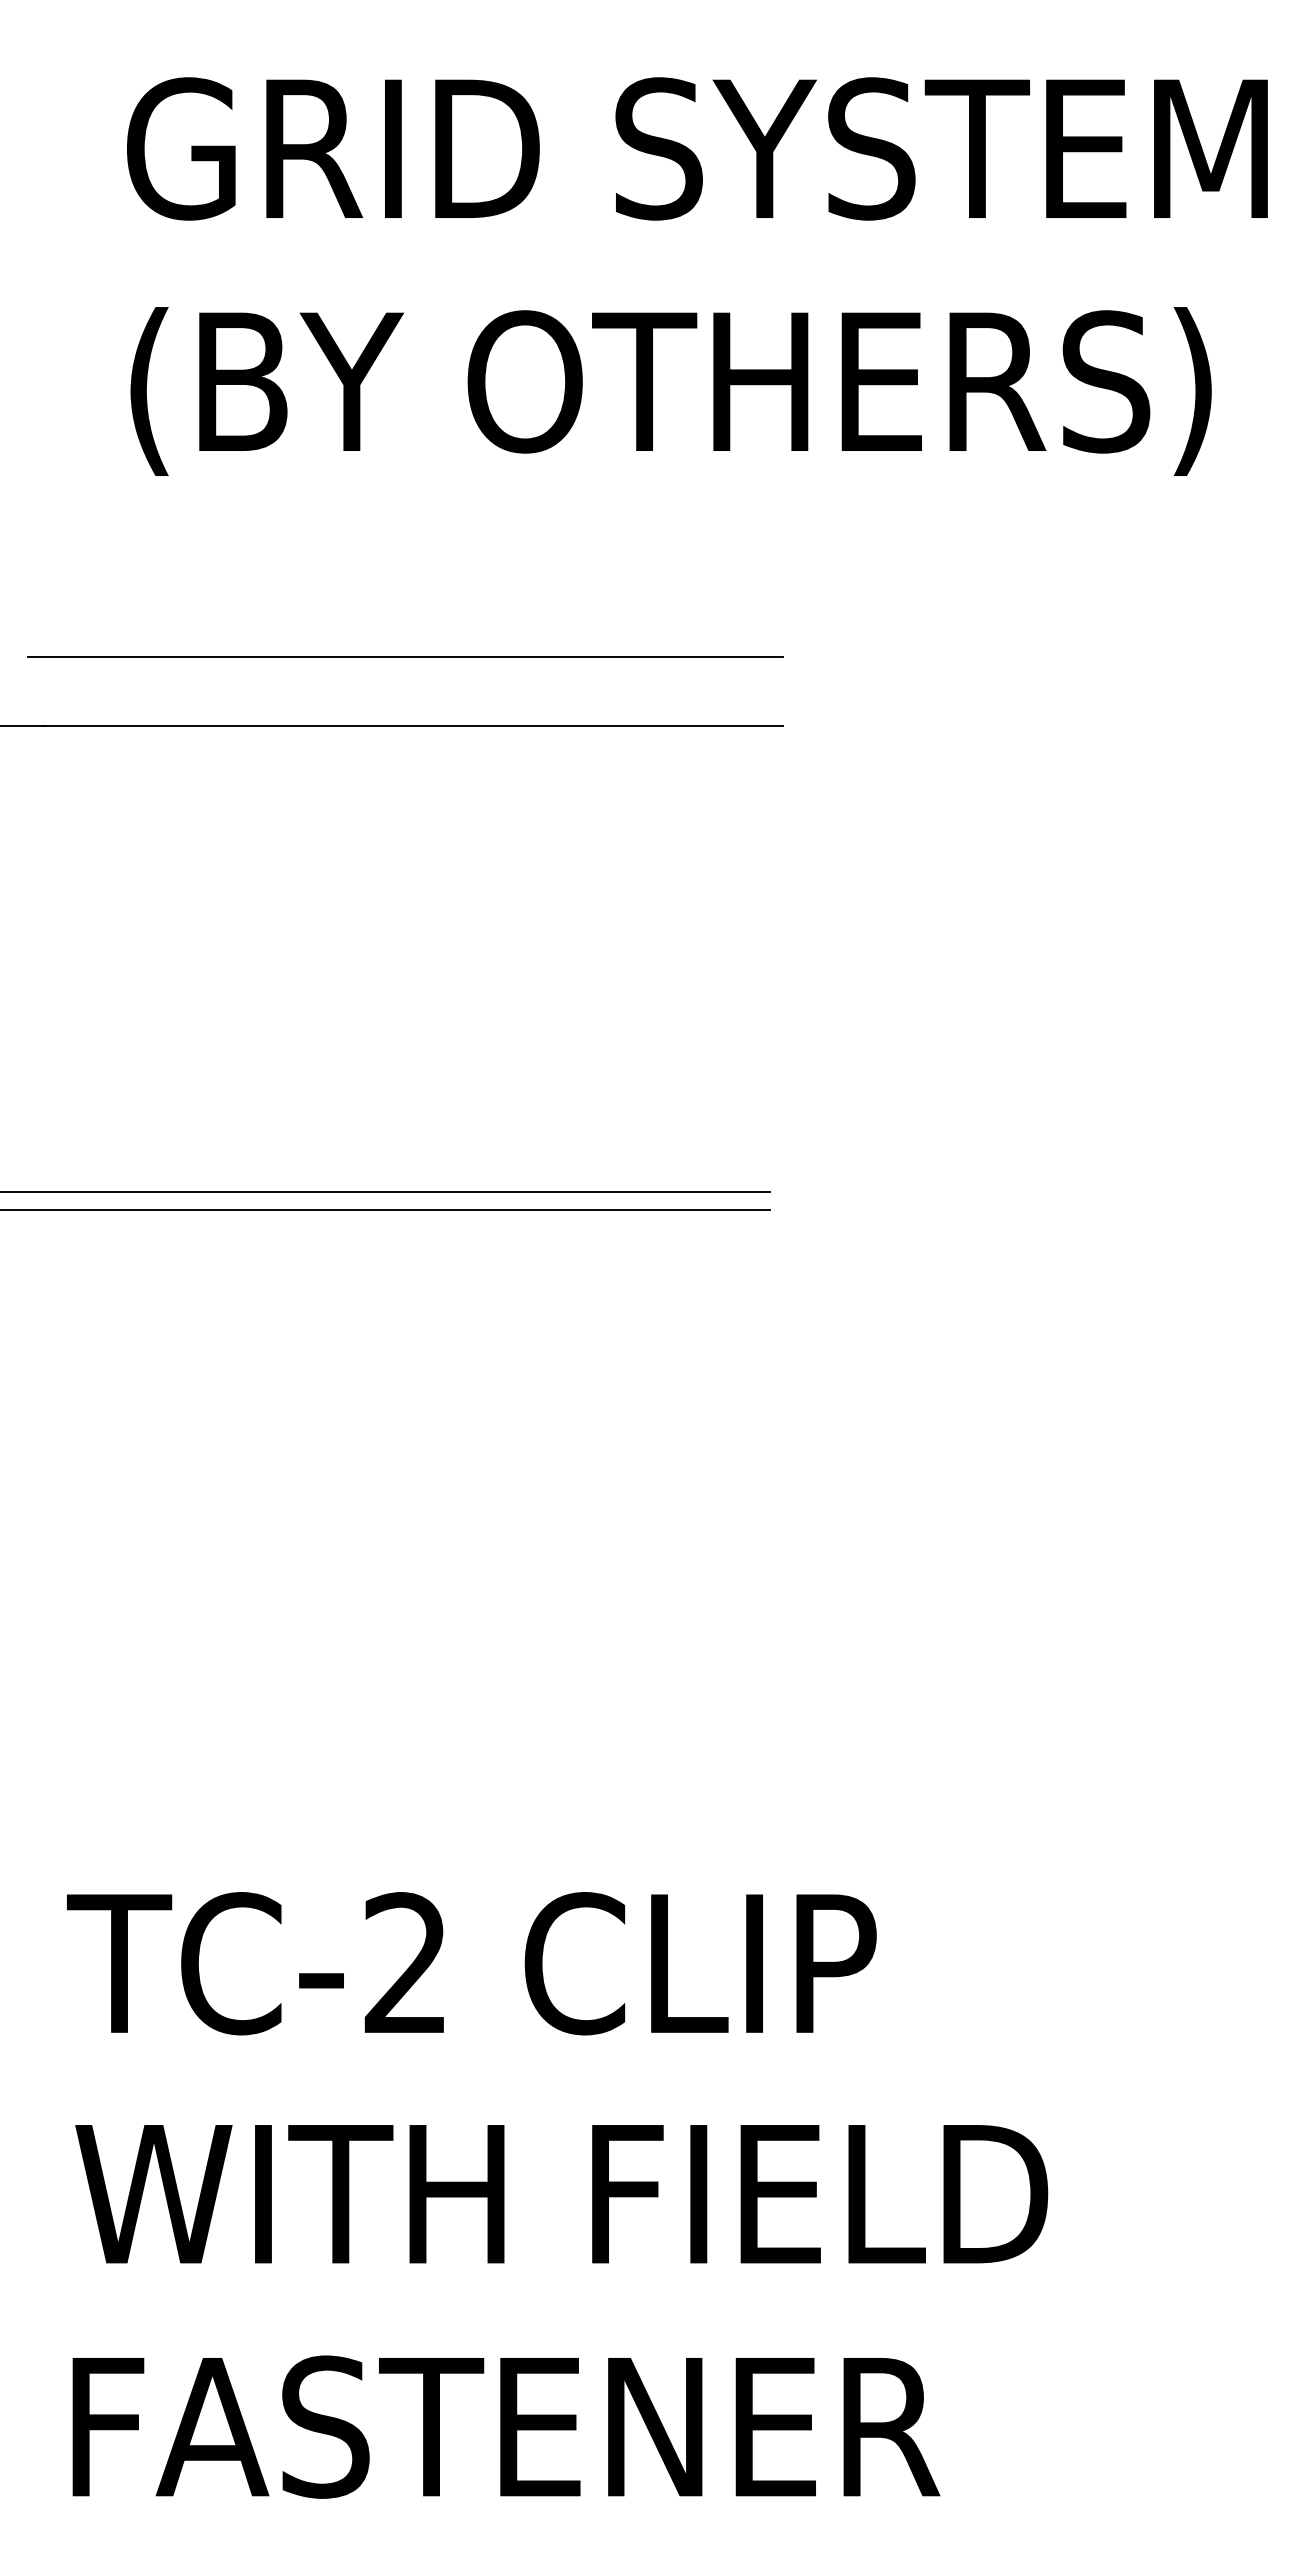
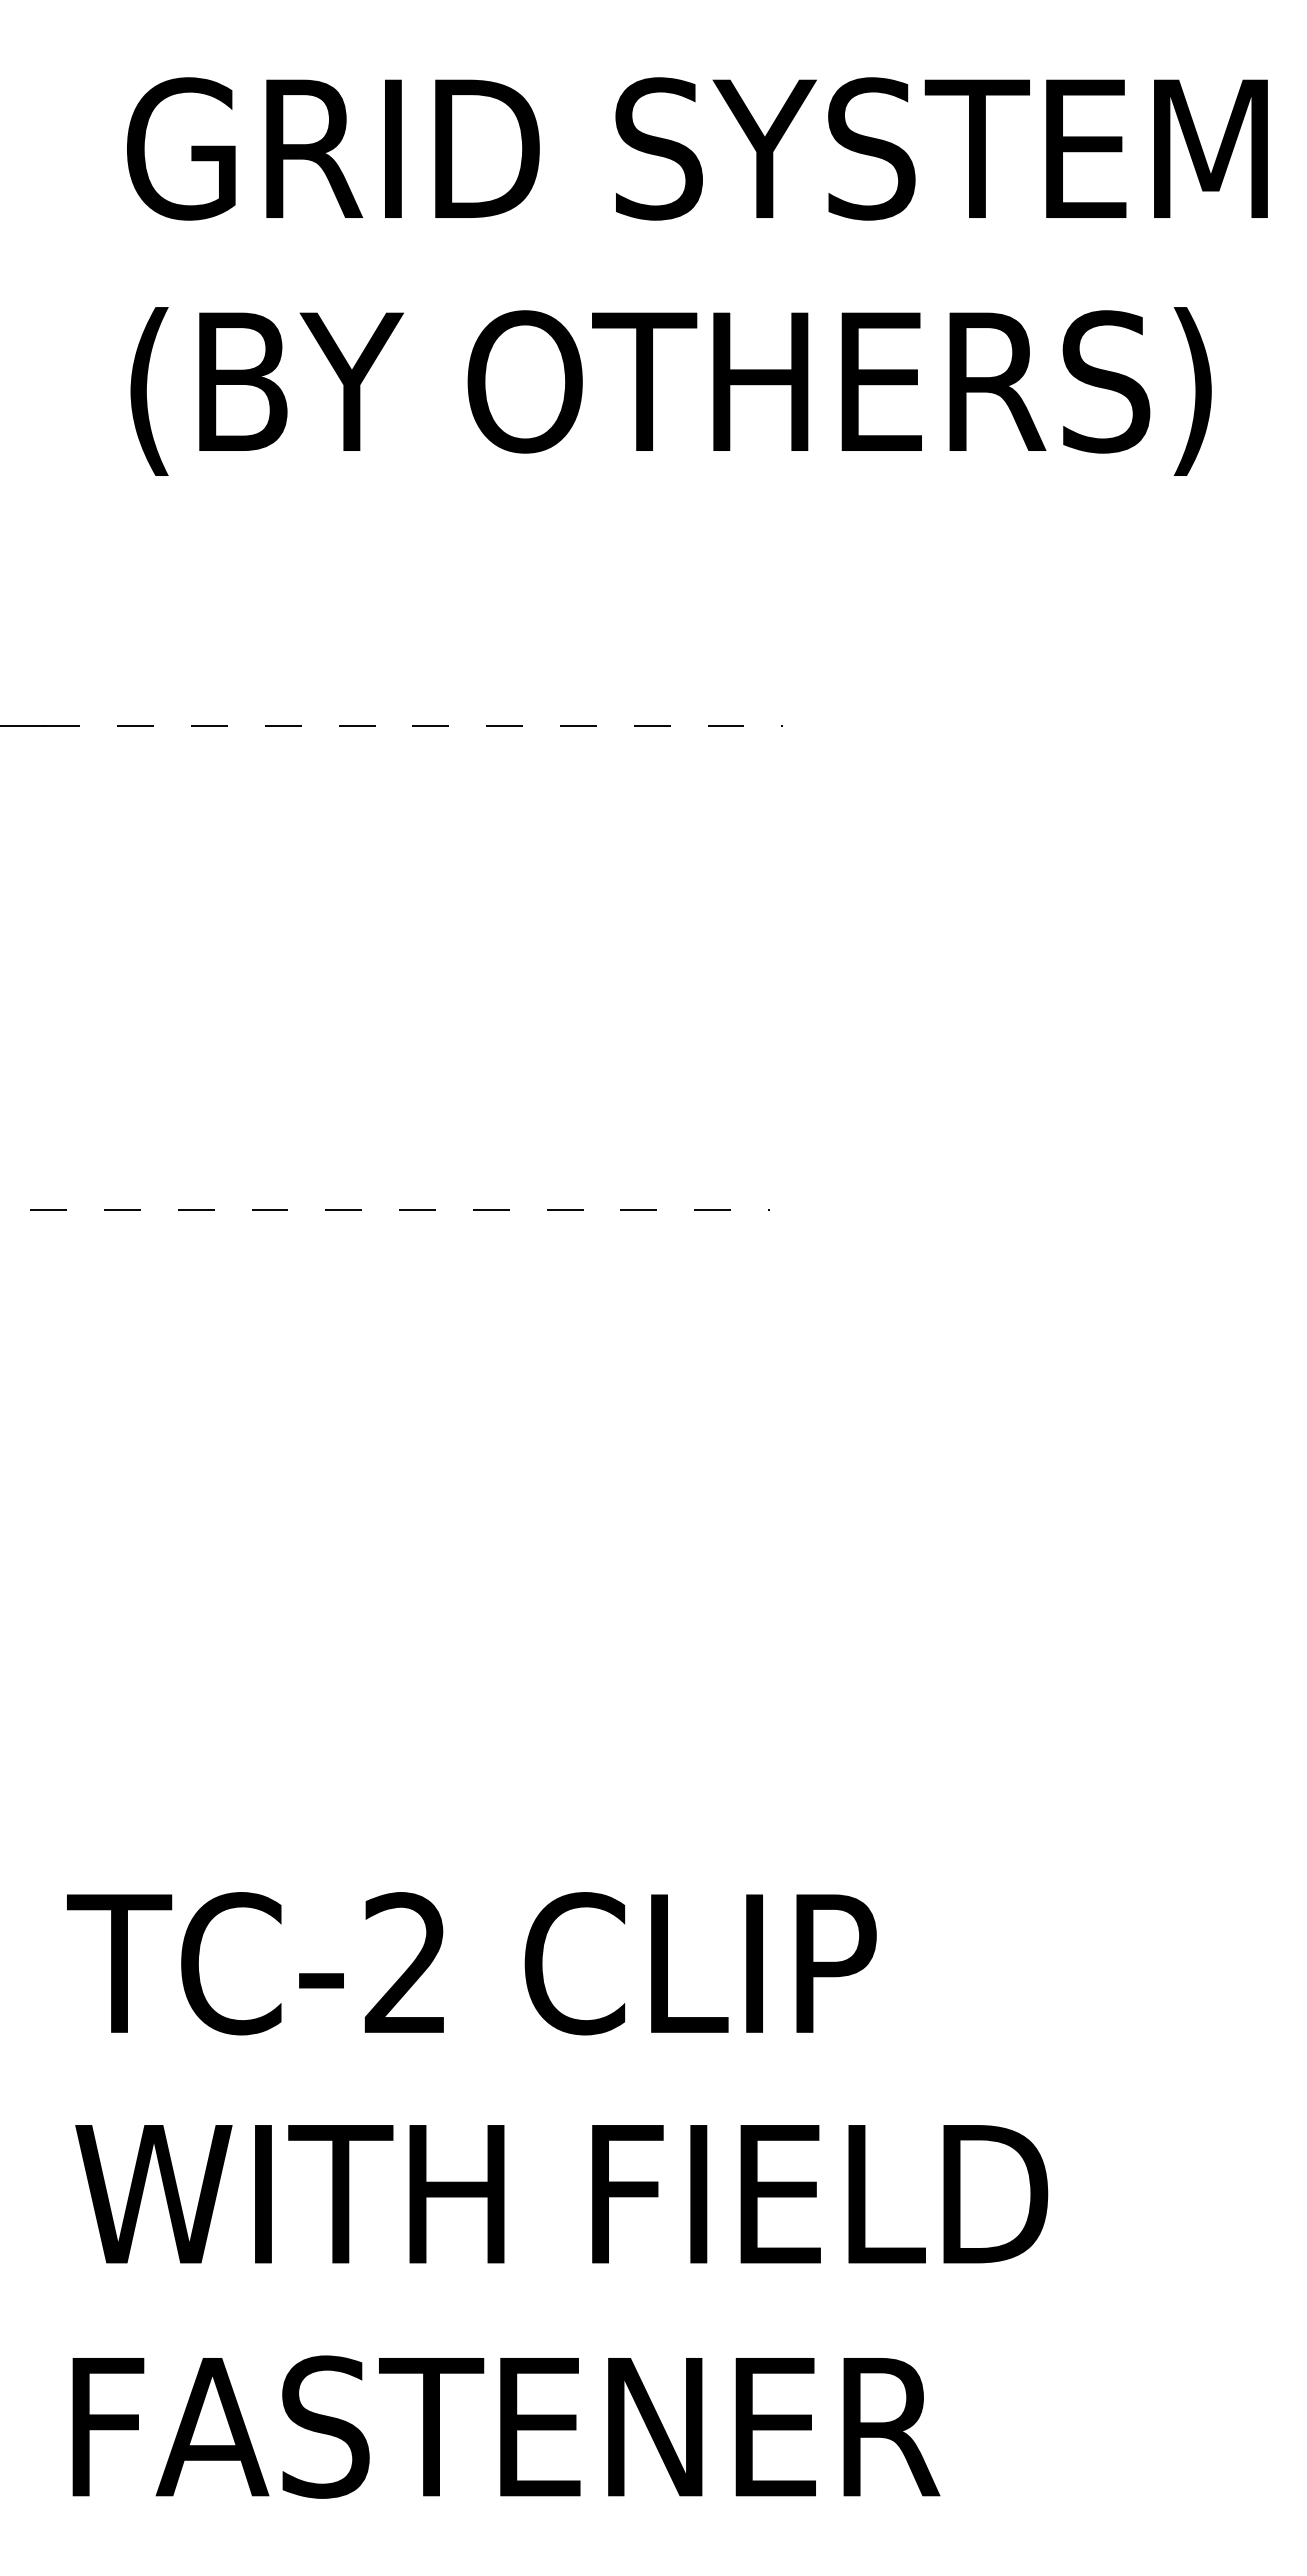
line at (405, 656): present -> none
line at (413, 726): solid -> dashed
line at (385, 1191): present -> none
line at (385, 1210): solid -> dashed
